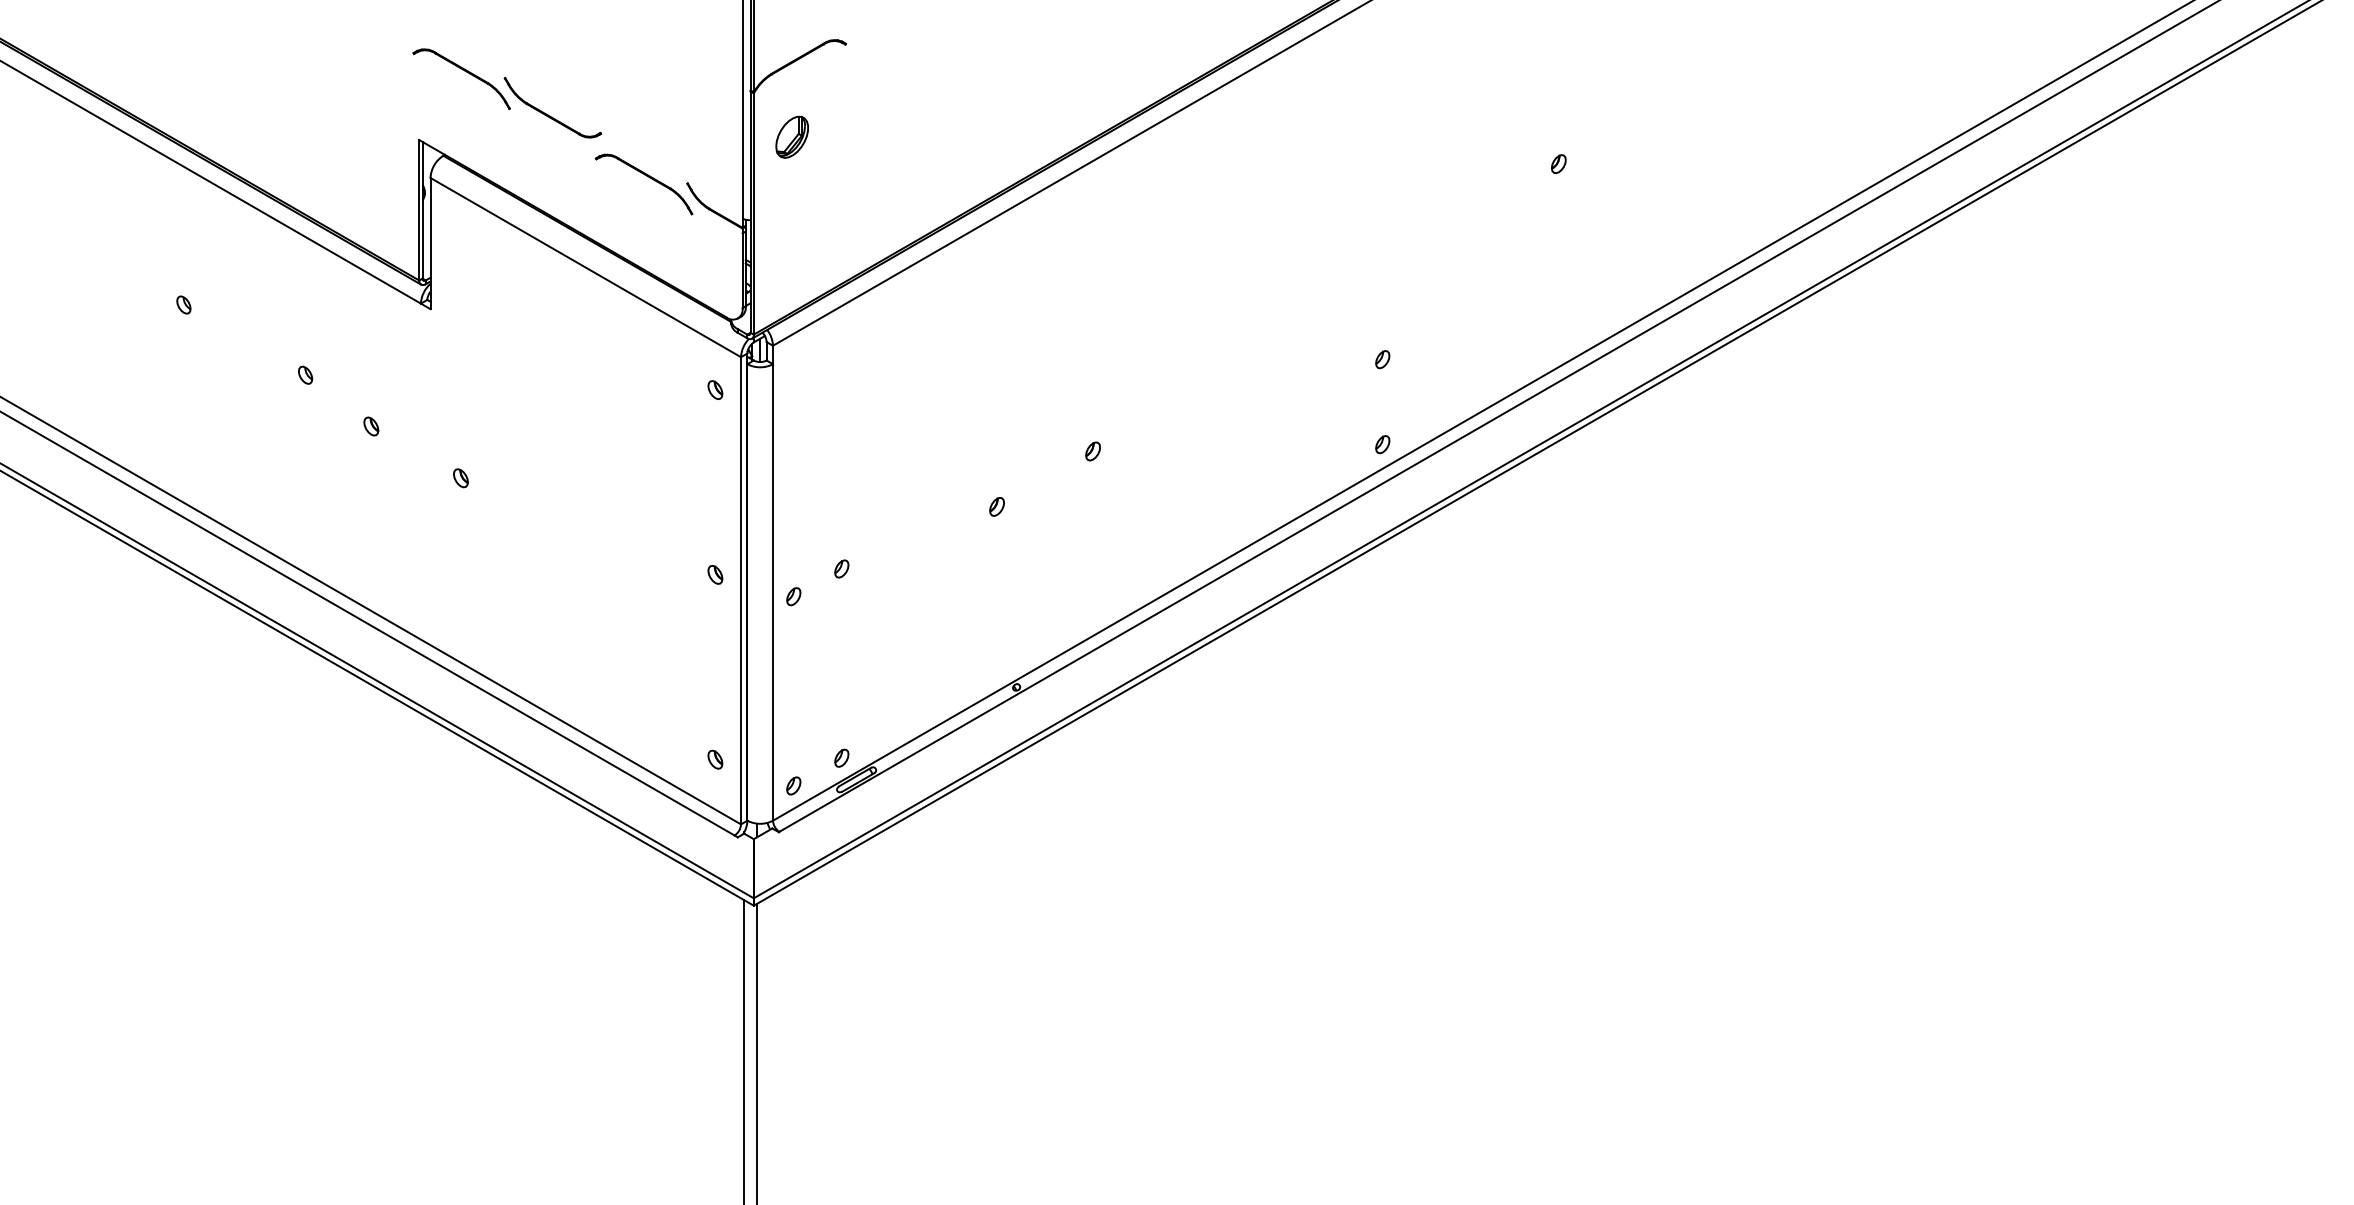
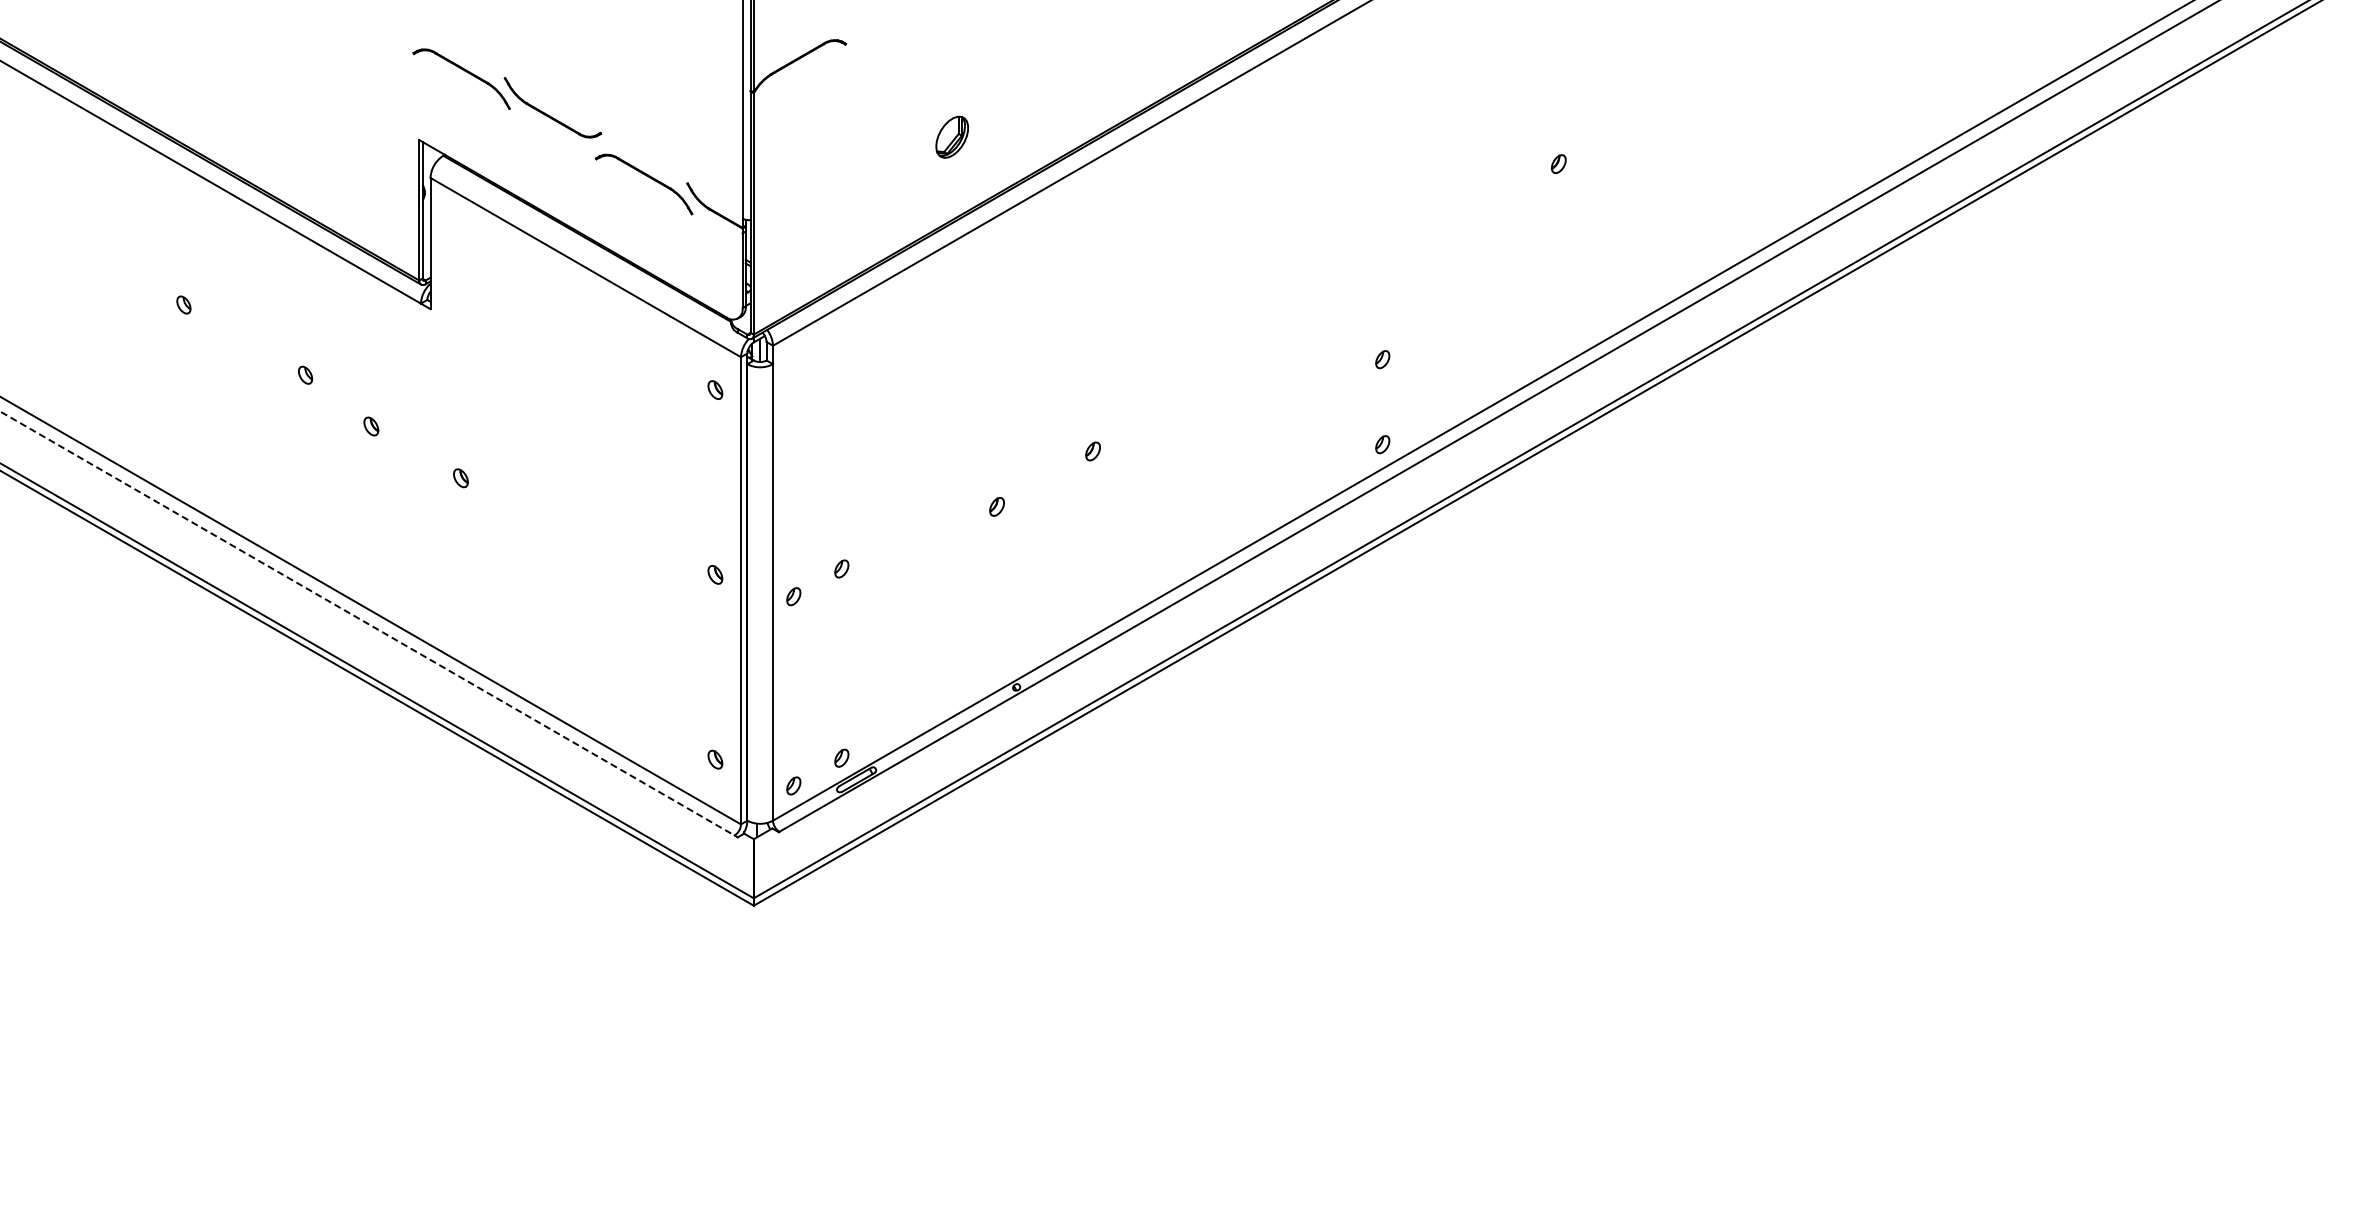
part at (791, 136) position: (791, 136) -> (951, 136)
line at (367, 623): solid -> dashed
line at (744, 1050): present -> none
line at (757, 1052): present -> none
